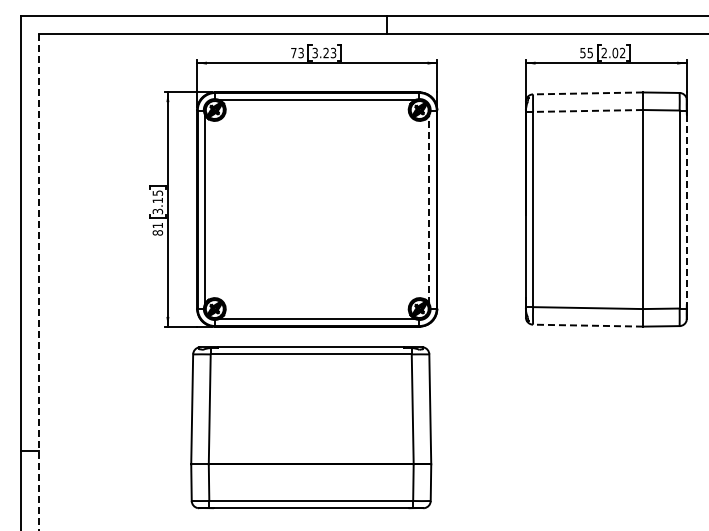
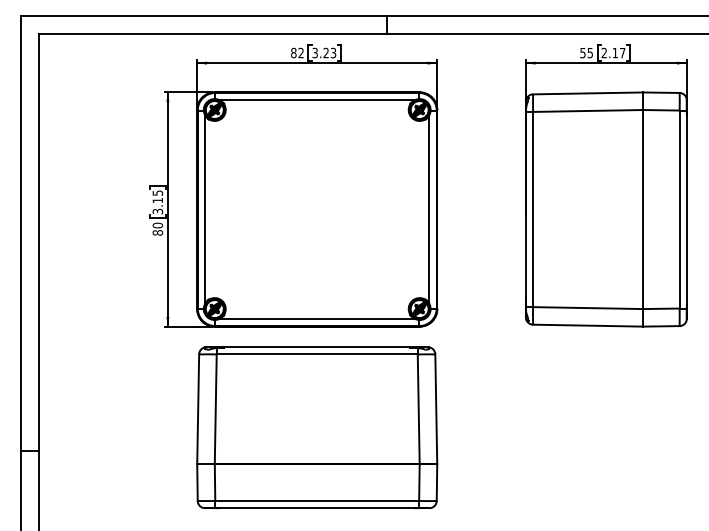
text at (297, 52): 73 -> 82
text at (618, 52): 2.02 -> 2.17
line at (588, 93): dashed -> solid
line at (588, 110): dashed -> solid
line at (429, 209): dashed -> solid
line at (686, 210): dashed -> solid
text at (157, 225): 81 -> 80
line at (38, 282): dashed -> solid
line at (588, 325): dashed -> solid
part at (311, 427) position: (311, 427) -> (317, 427)
